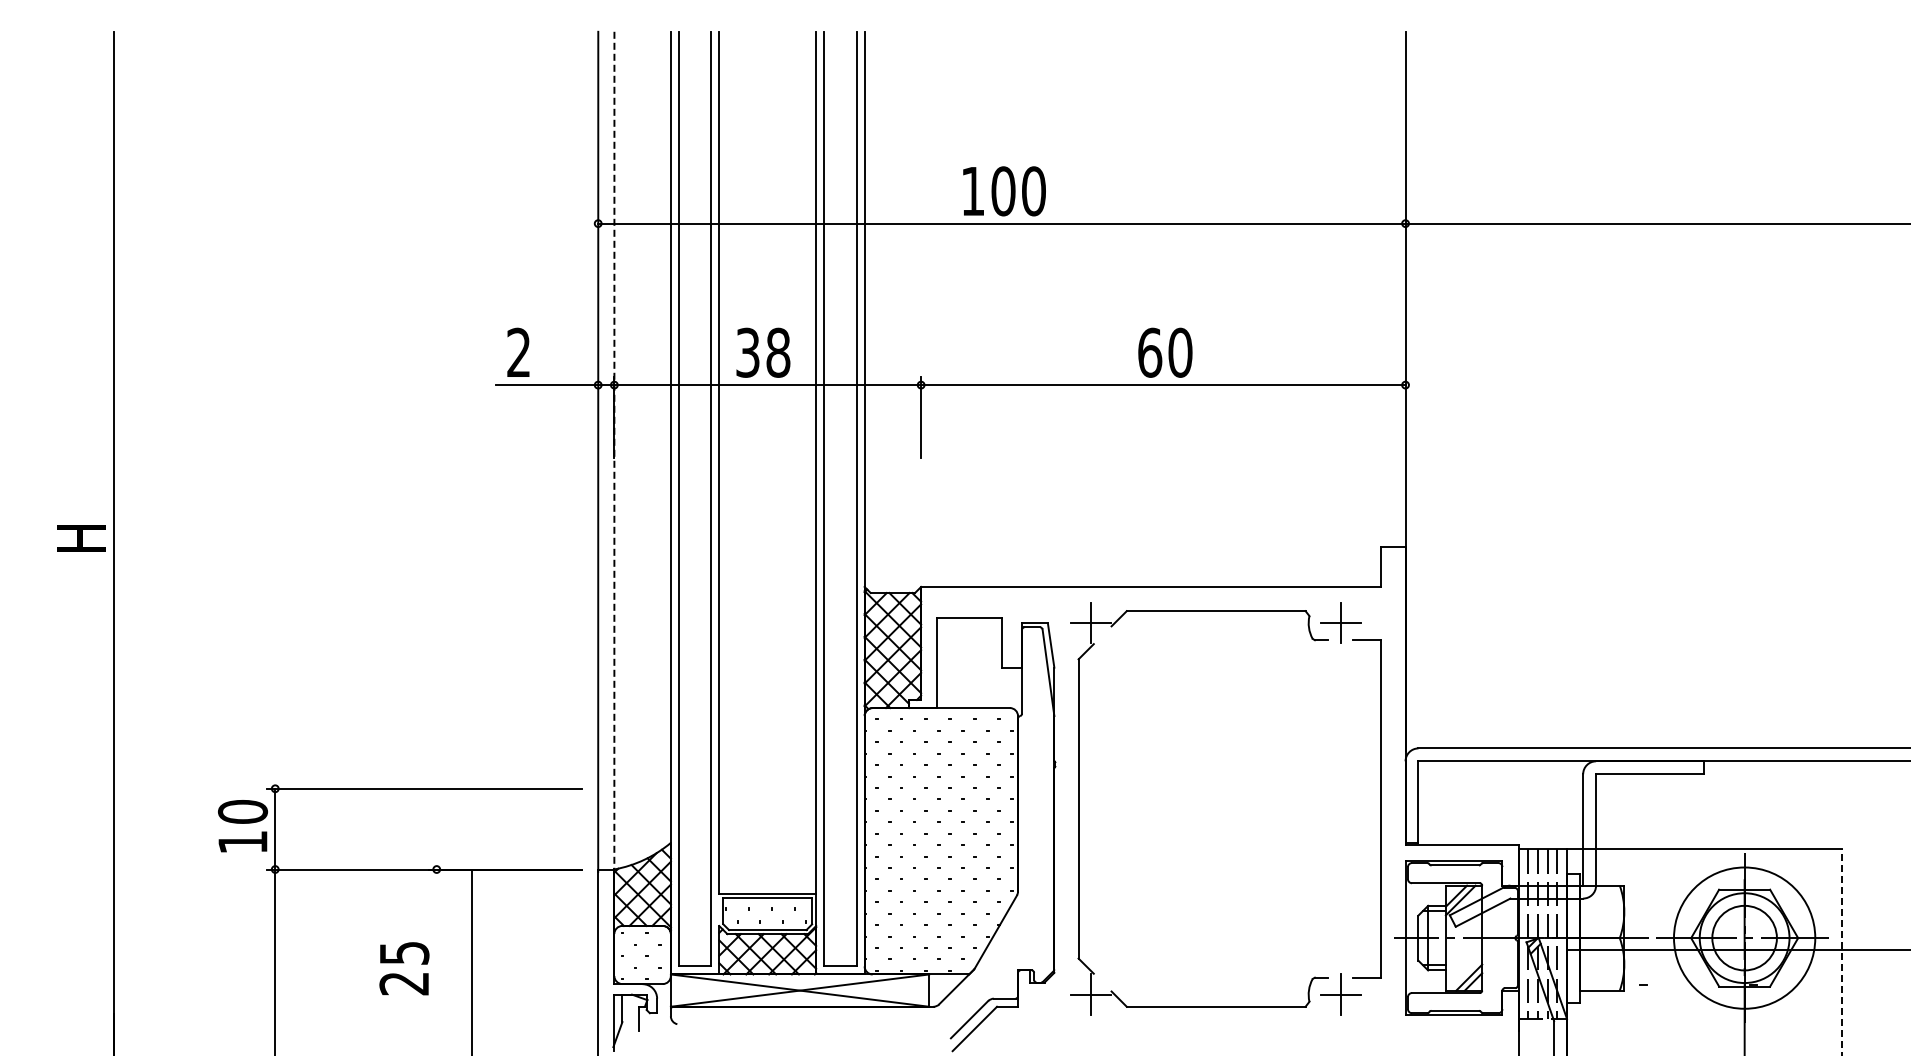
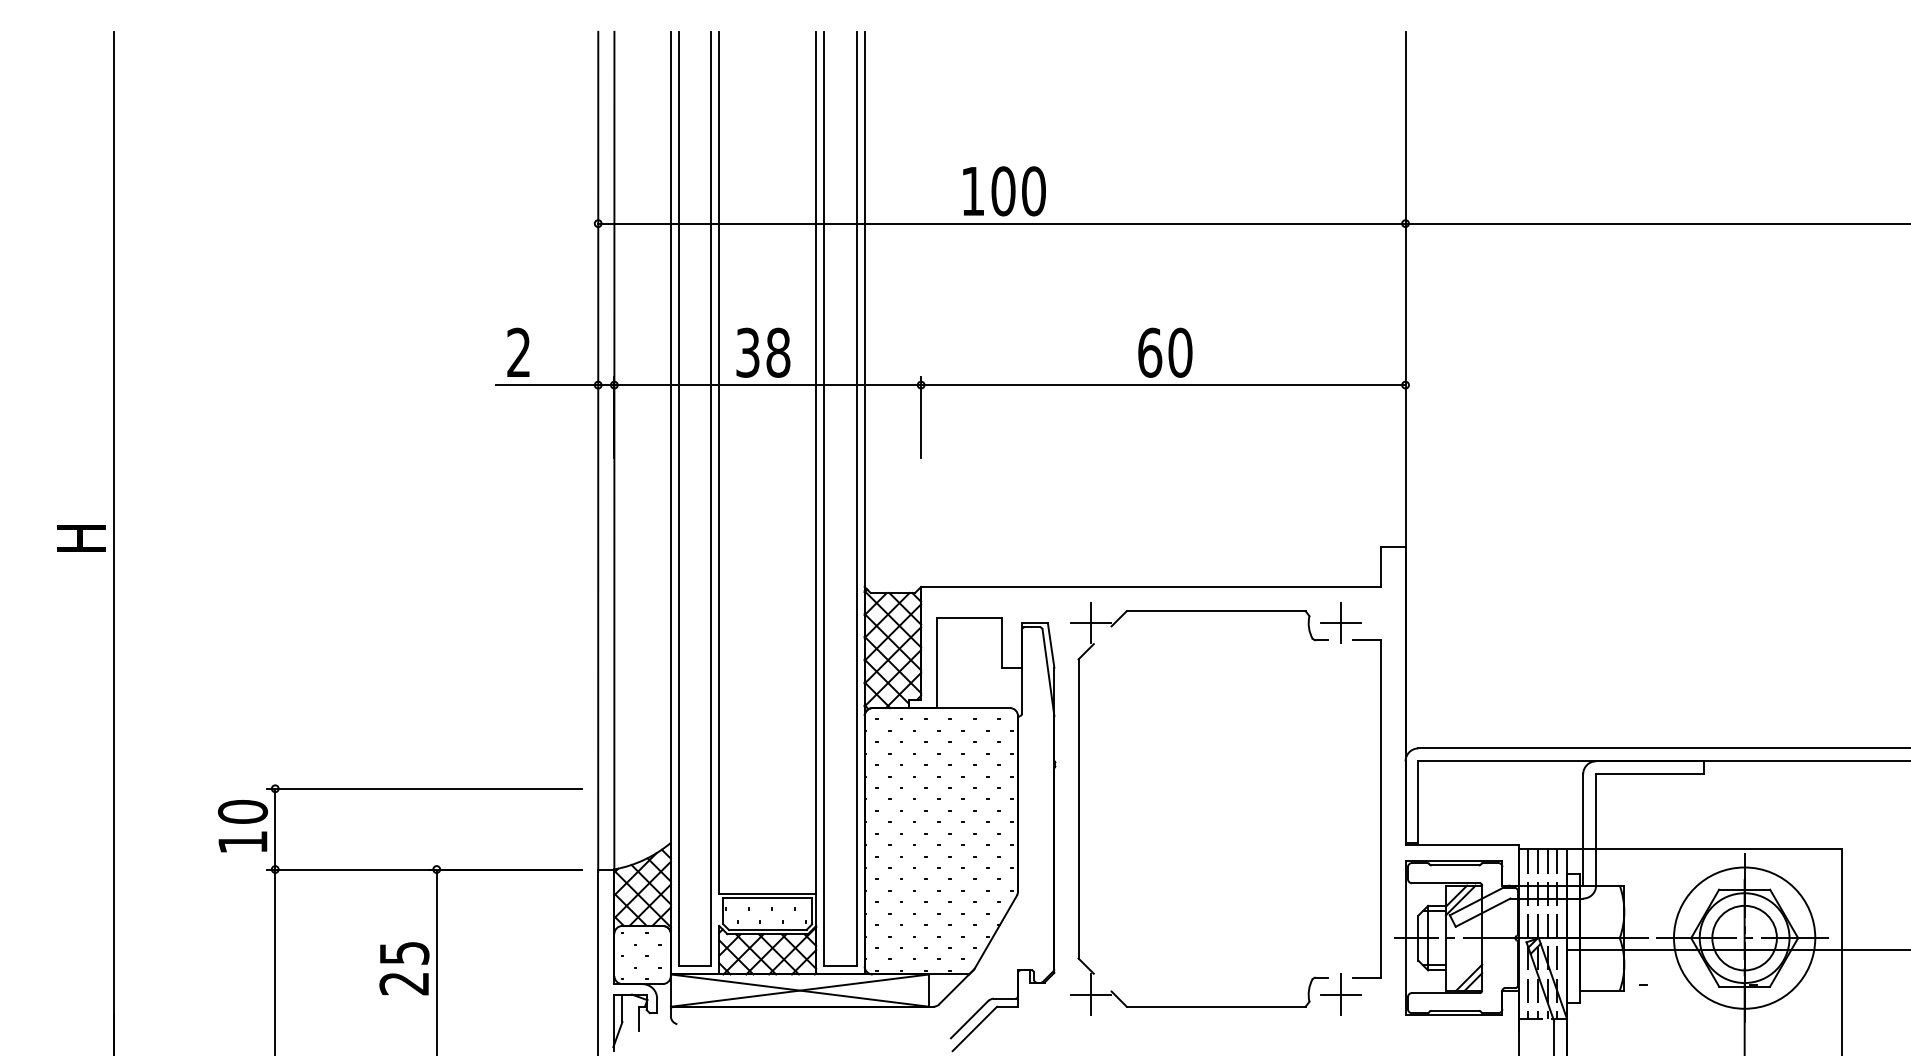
line at (614, 452): dashed -> solid
line at (1841, 952): dashed -> solid
line at (471, 960) position: (471, 960) -> (436, 960)
